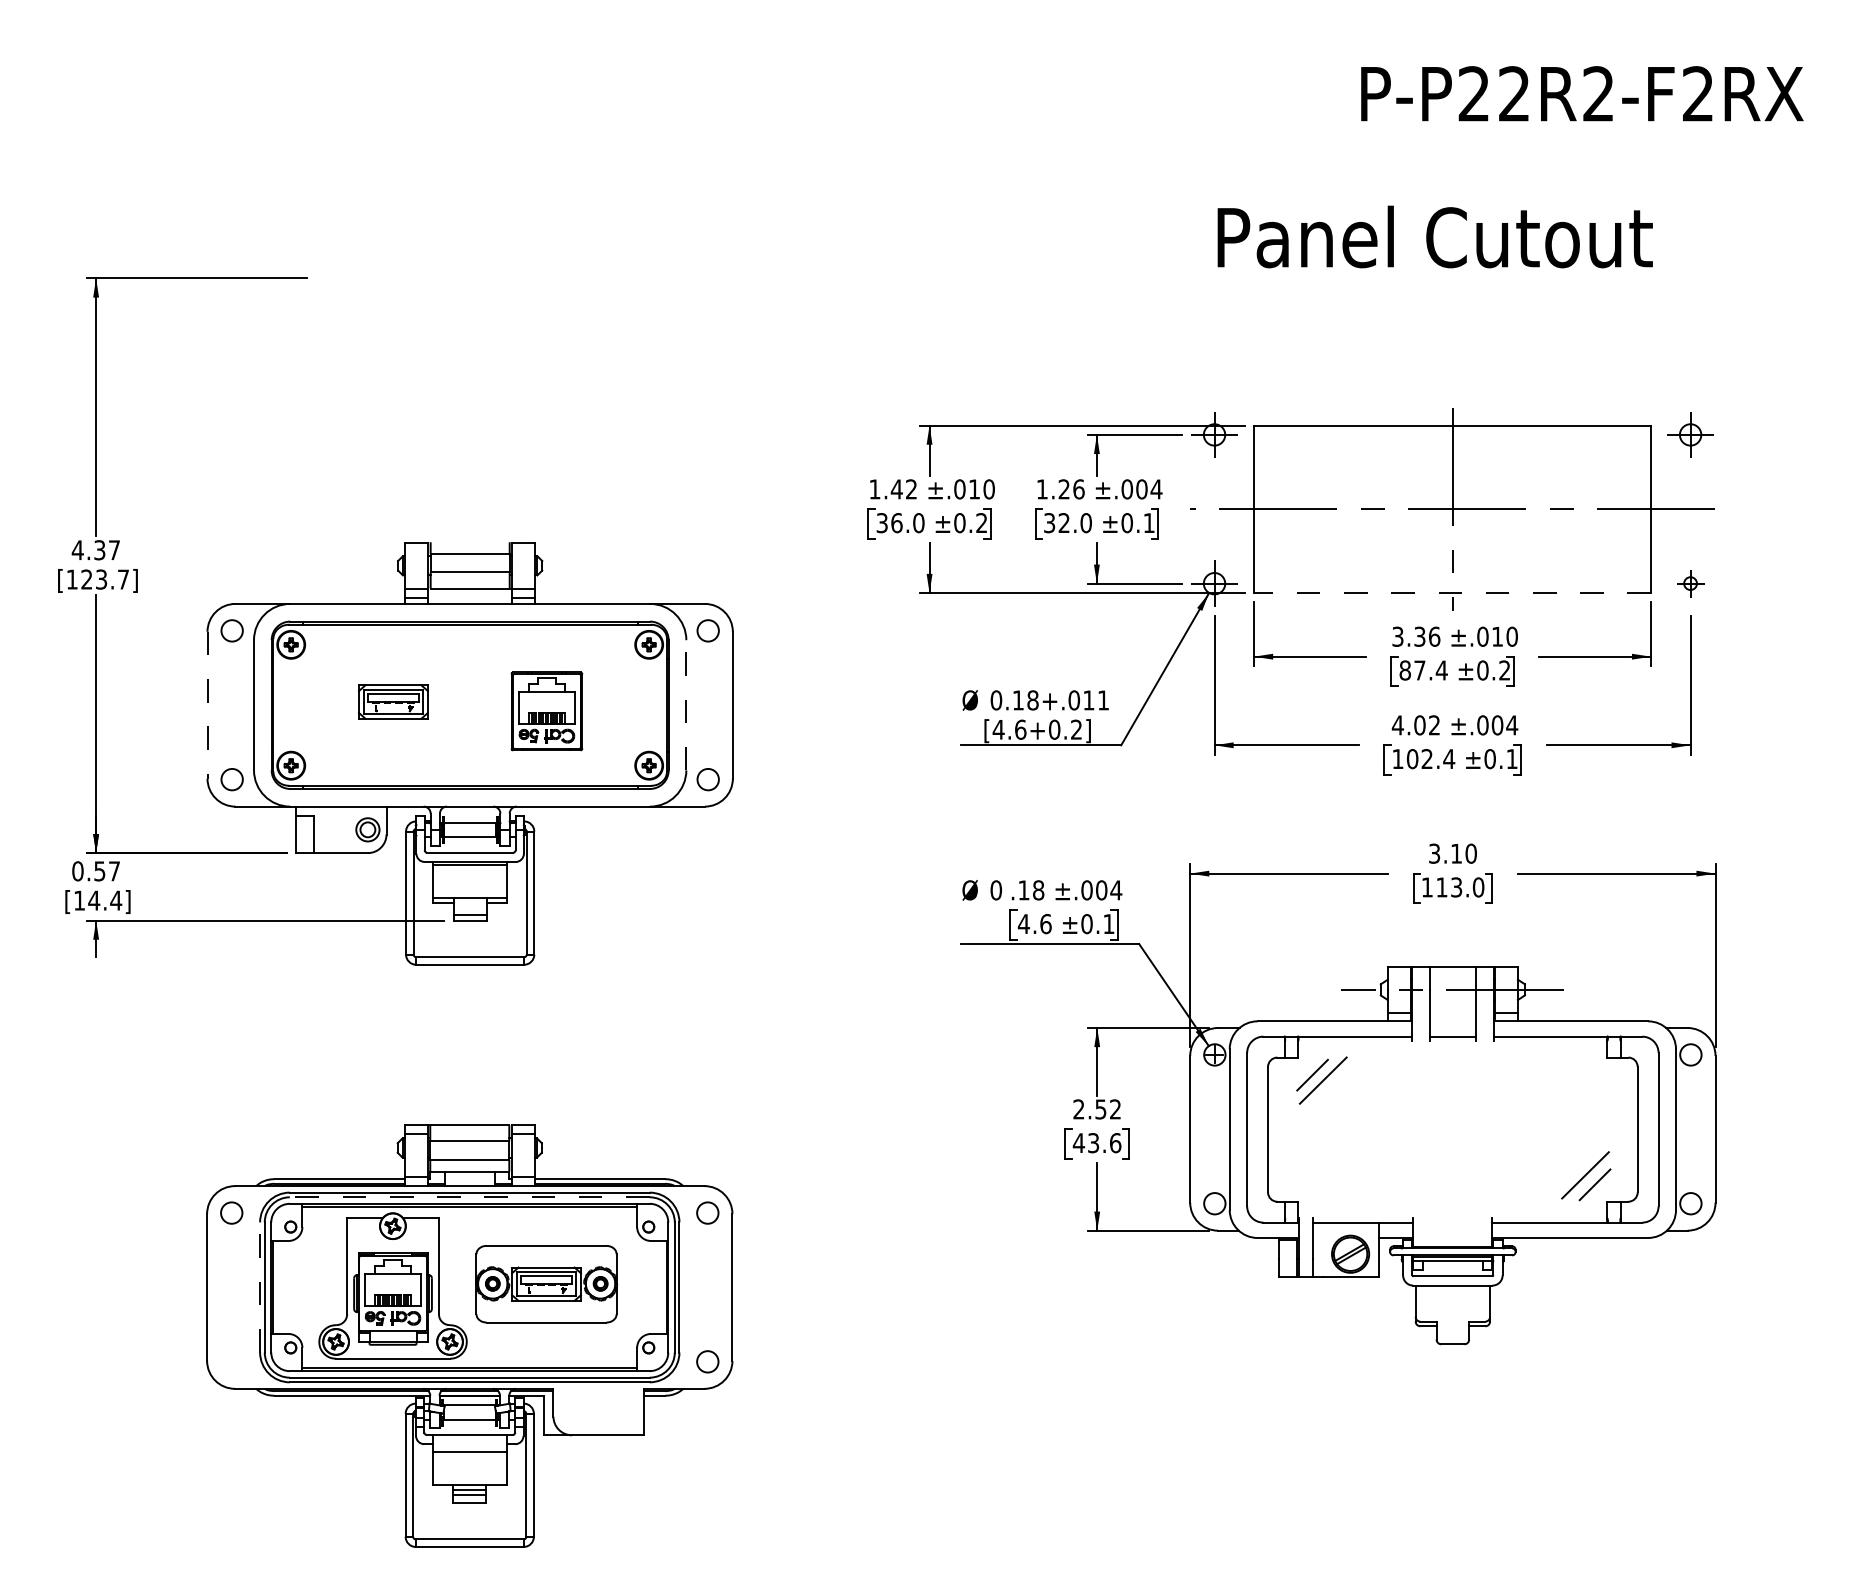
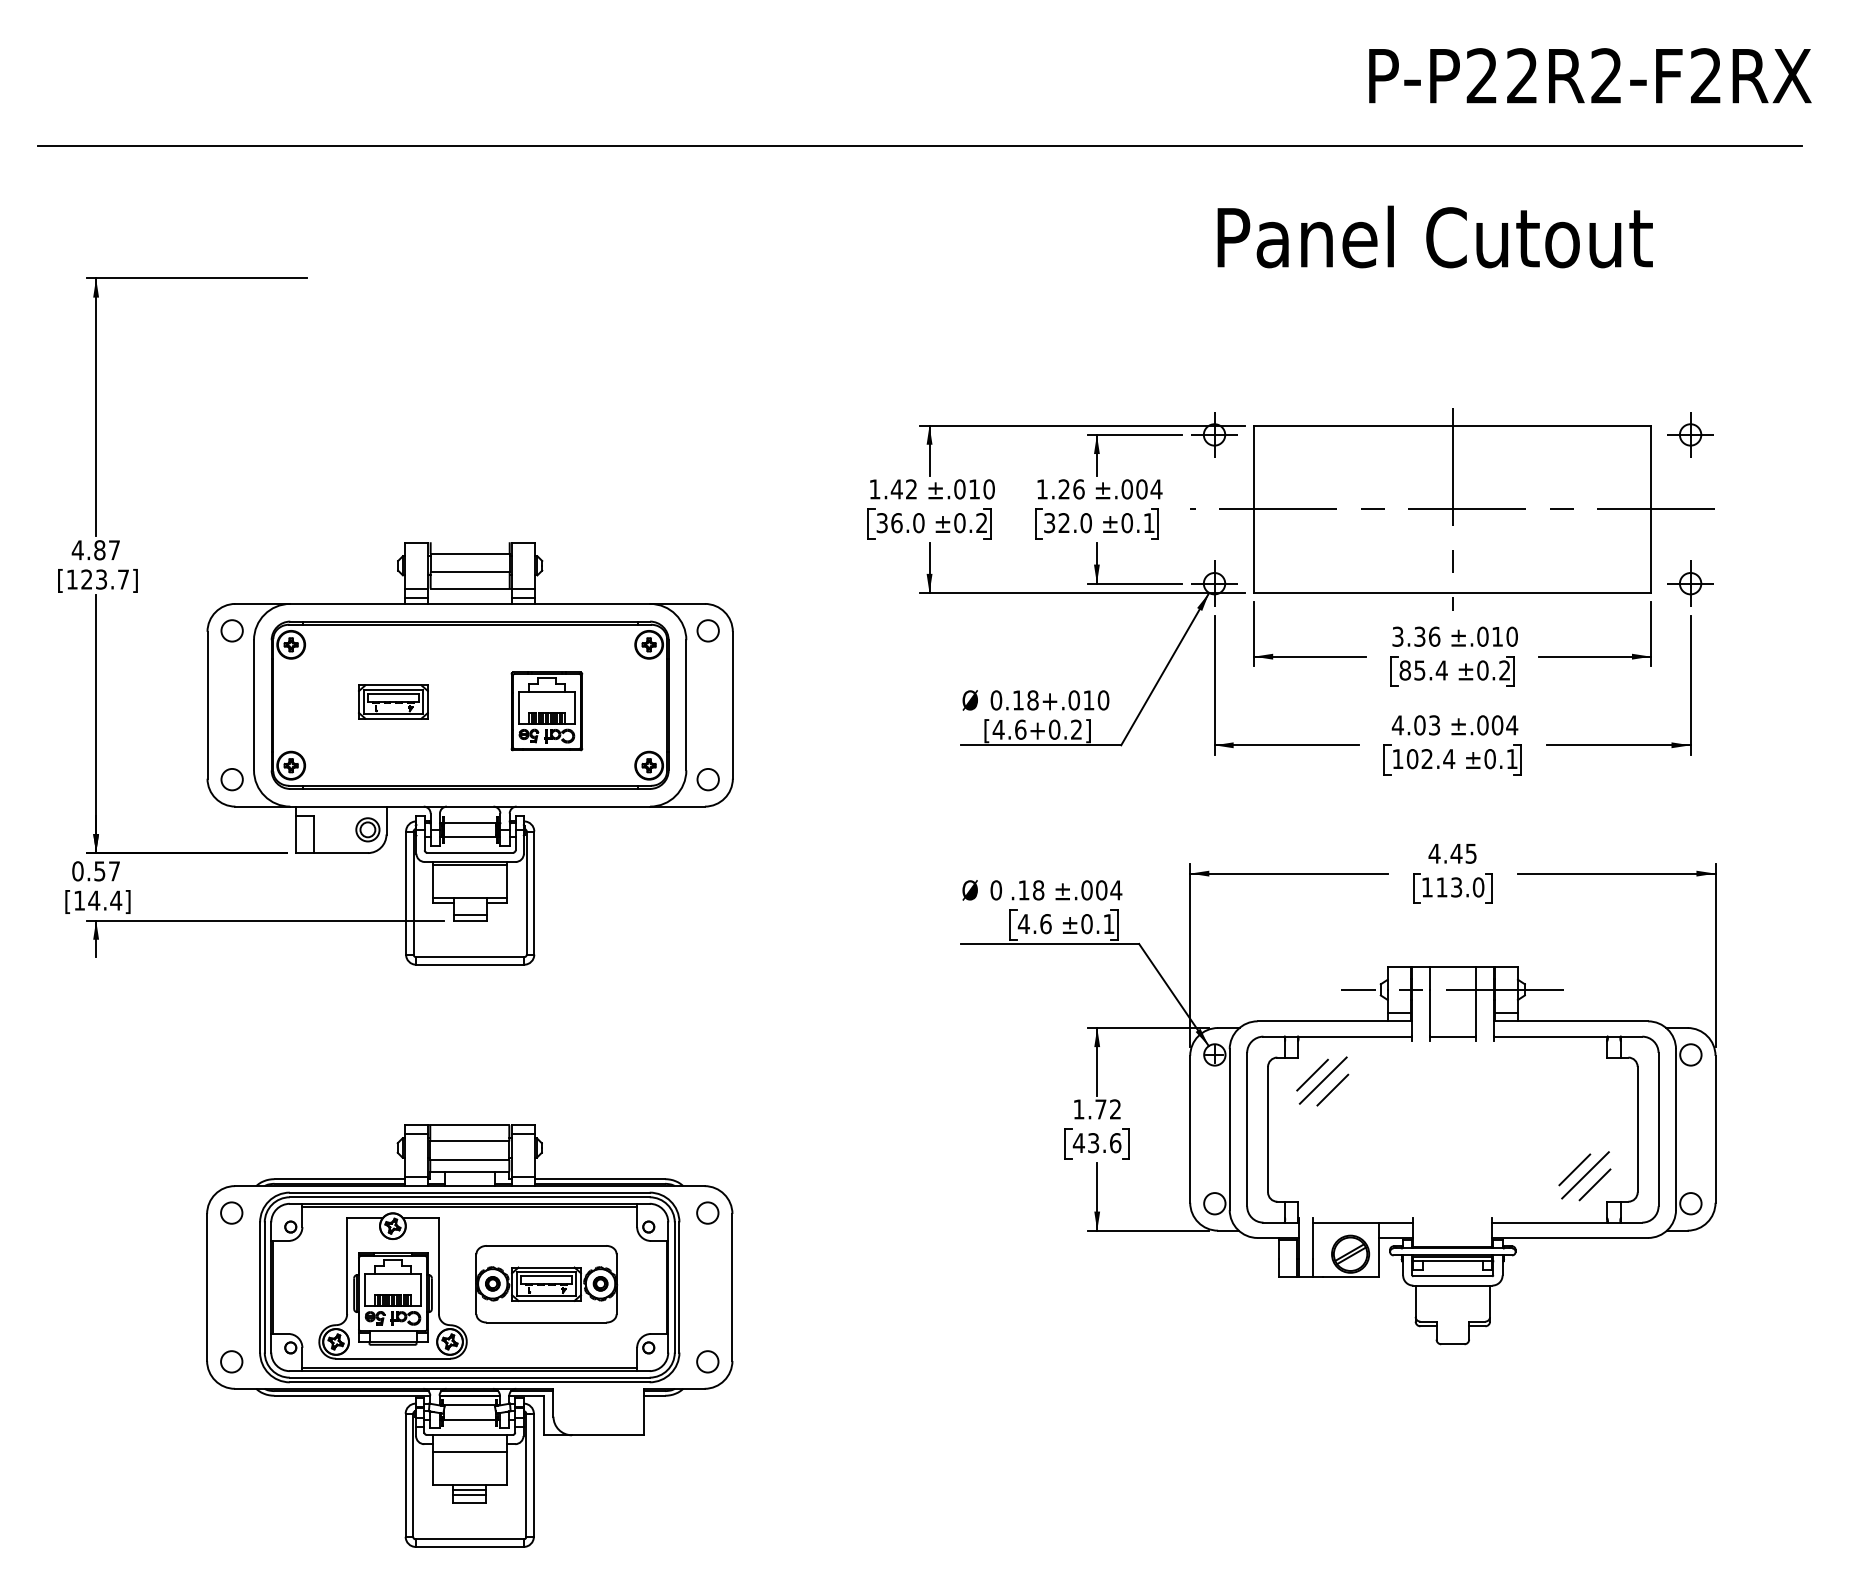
text at (1582, 93) position: (1582, 93) -> (1590, 75)
line at (919, 145): none -> present
text at (99, 550): 4.37 -> 4.87
part at (1690, 583) size: 28x28 px -> 47x47 px
line at (1452, 593): dashed -> solid
text at (1419, 670): 87.4 -> 85.4
text at (1103, 700): 0.18+.011 -> 0.18+.010
line at (686, 704): dashed -> solid
line at (207, 705): dashed -> solid
text at (1434, 725): 4.02 -> 4.03
text at (1452, 853): 3.10 -> 4.45
line at (1332, 1089): none -> present
text at (1089, 1109): 2.52 -> 1.72
line at (1574, 1169): none -> present
line at (469, 1197): dashed -> solid
line at (260, 1286): dashed -> solid
circle at (231, 1361): none -> present
